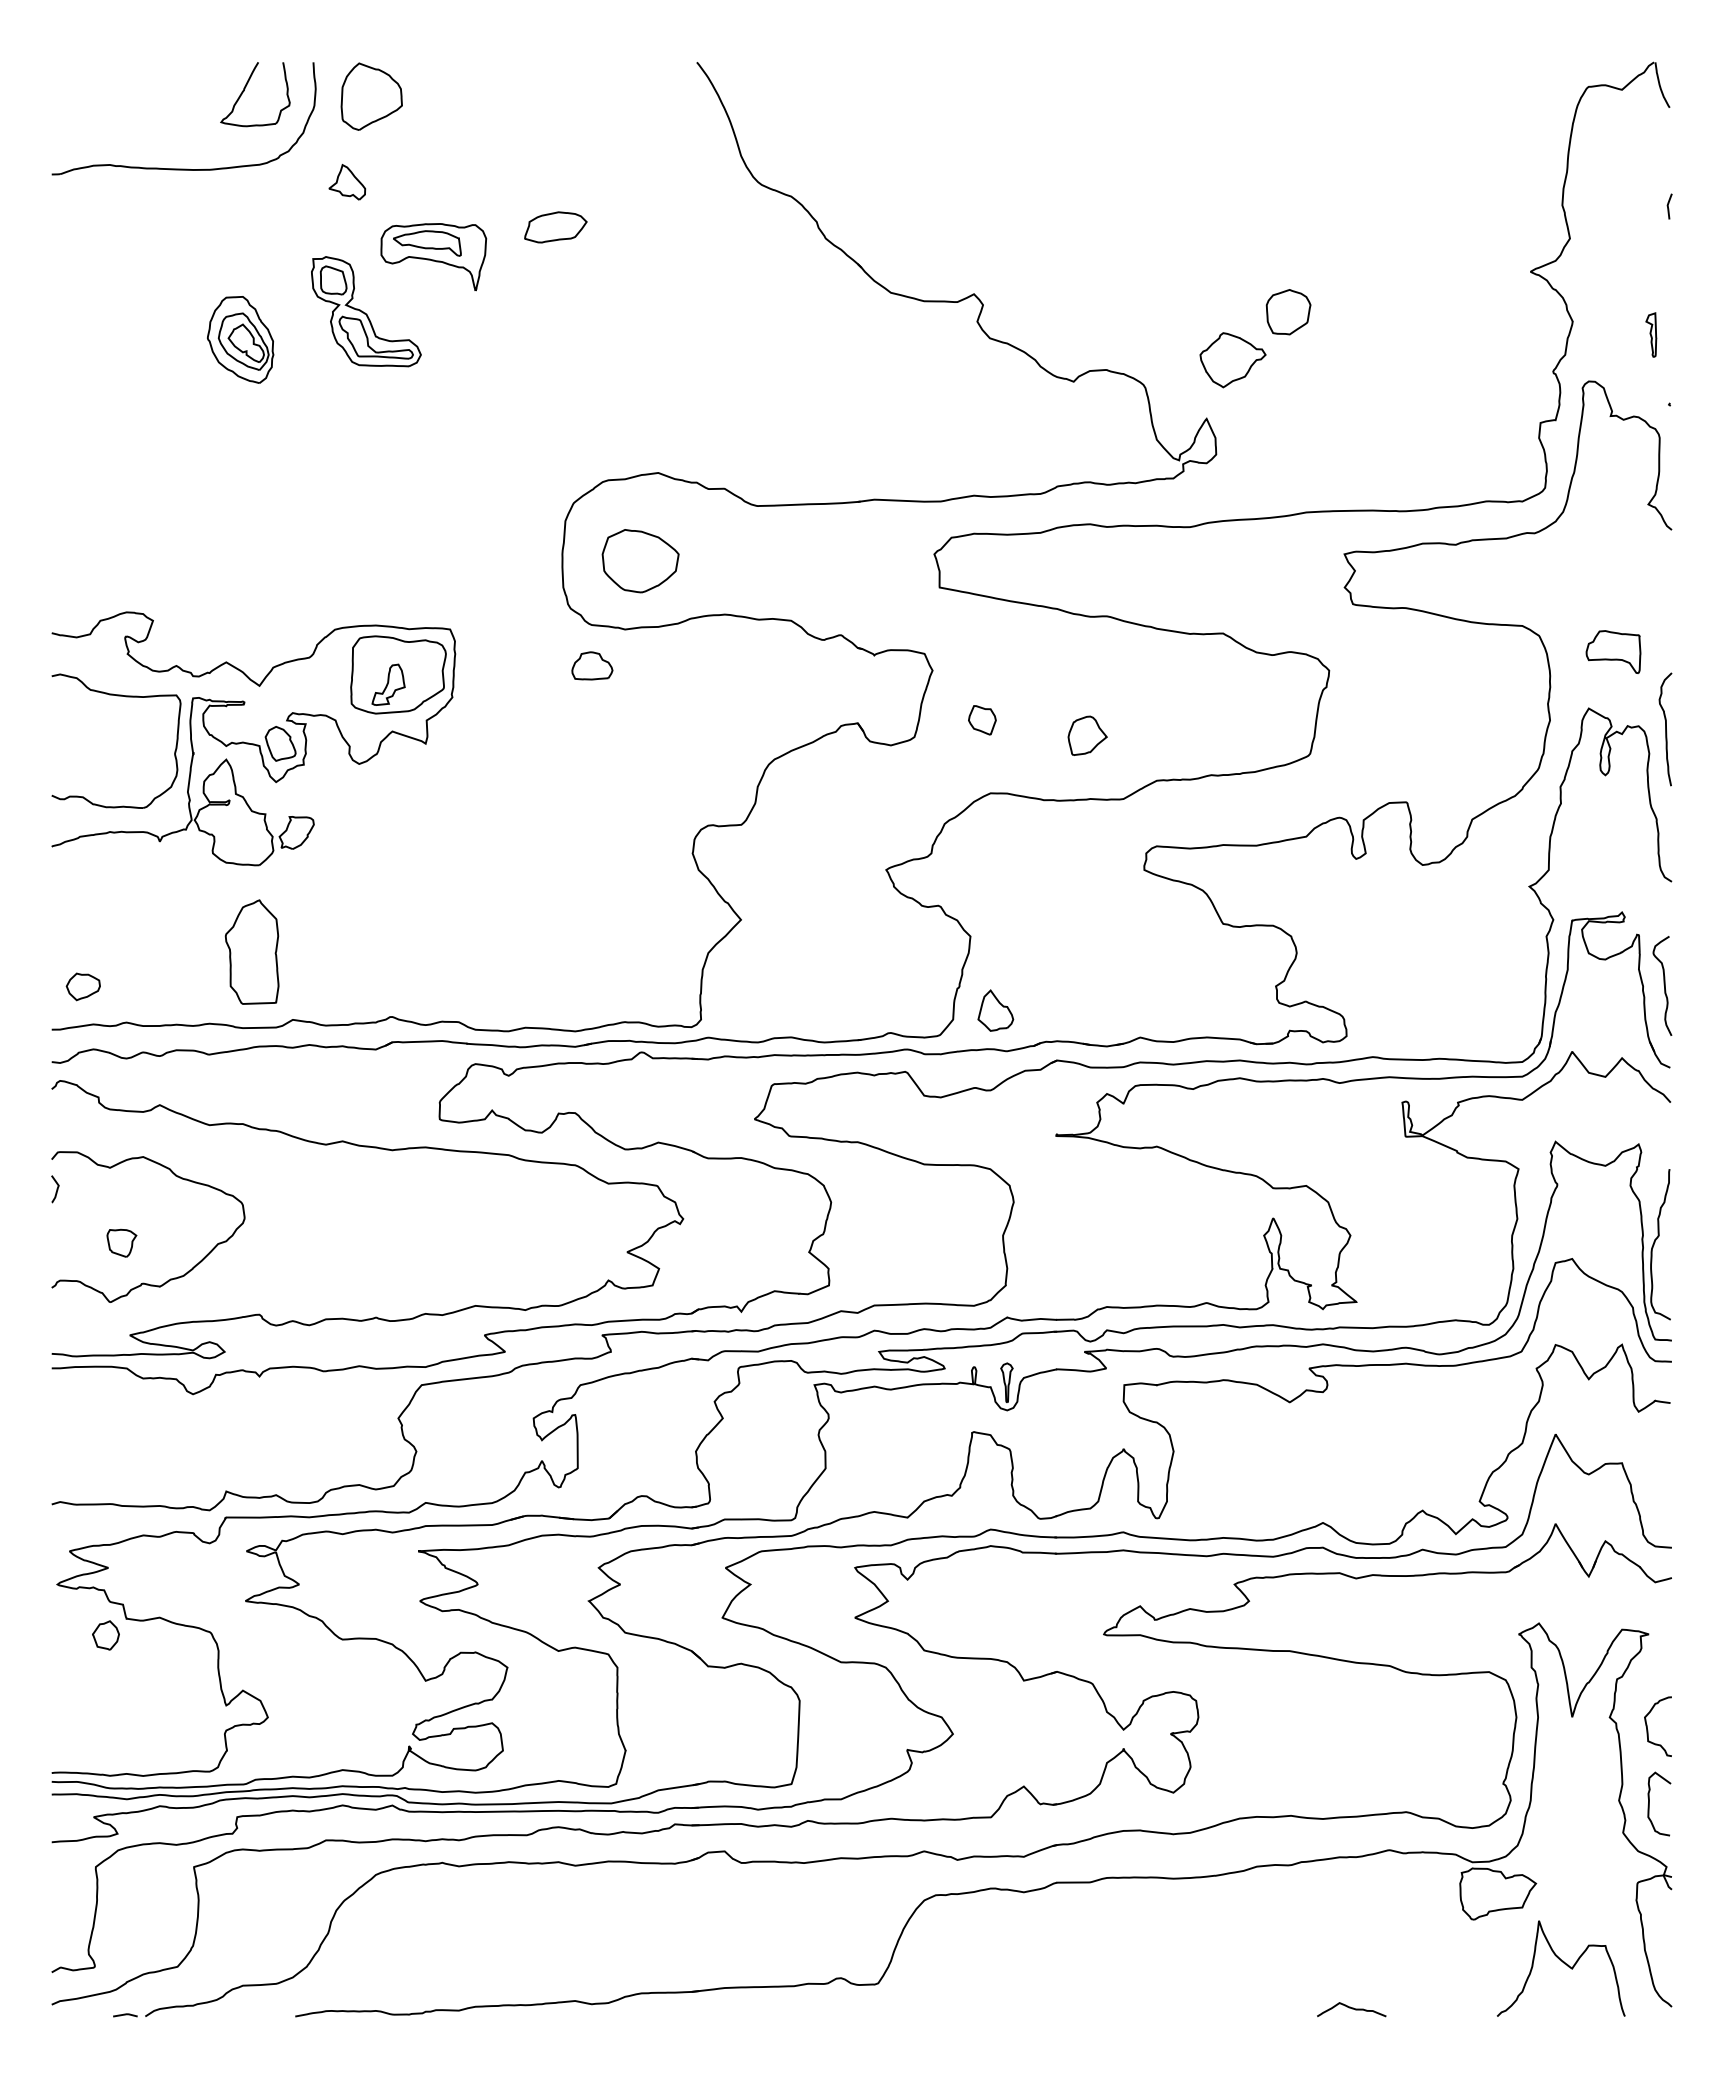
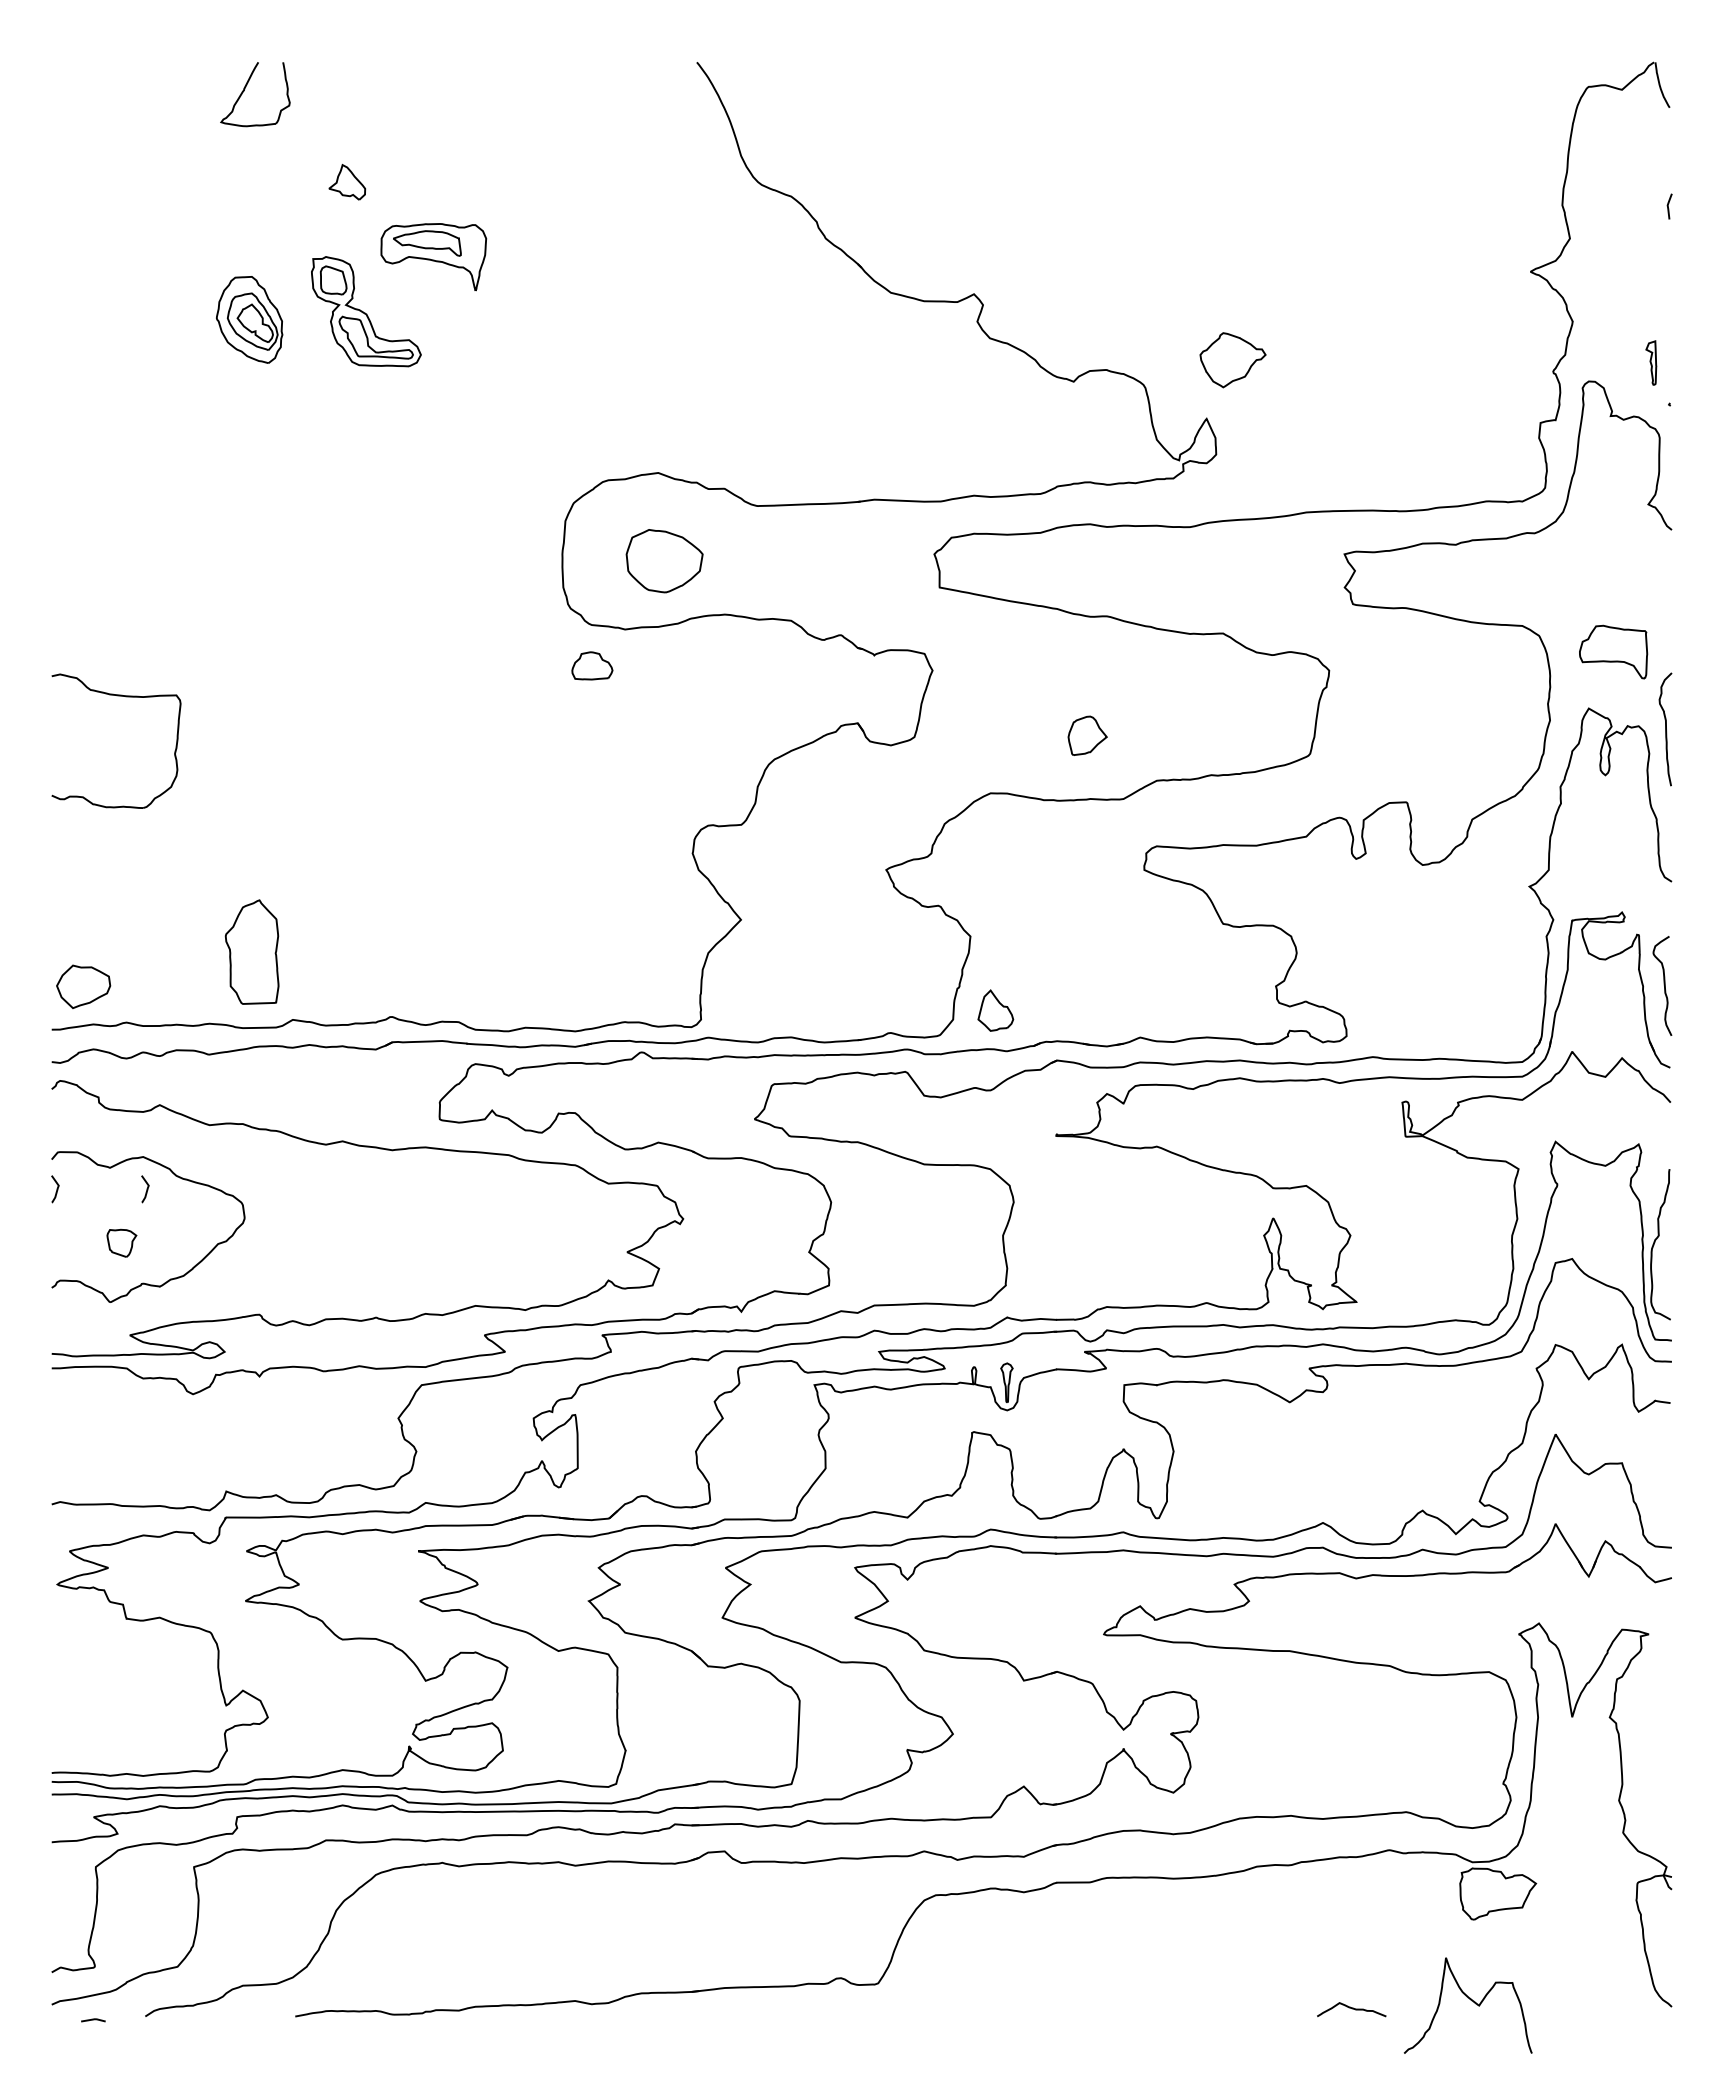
part at (371, 96): present -> none
part at (183, 168): present -> none
part at (555, 227): present -> none
part at (1288, 312): present -> none
part at (1651, 334) position: (1651, 334) -> (1651, 362)
part at (240, 339) position: (240, 339) -> (249, 319)
part at (640, 561) position: (640, 561) -> (664, 561)
part at (1613, 651) size: 57x44 px -> 70x56 px
part at (982, 720): present -> none
part at (253, 738): present -> none
part at (82, 986) size: 36x30 px -> 56x45 px
curve at (146, 1189): none -> present
part at (105, 1635): present -> none
curve at (1648, 1730): present -> none
curve at (1649, 1803): present -> none
curve at (1564, 1964) position: (1564, 1964) -> (1471, 2001)
line at (125, 2015) position: (125, 2015) -> (93, 2020)
